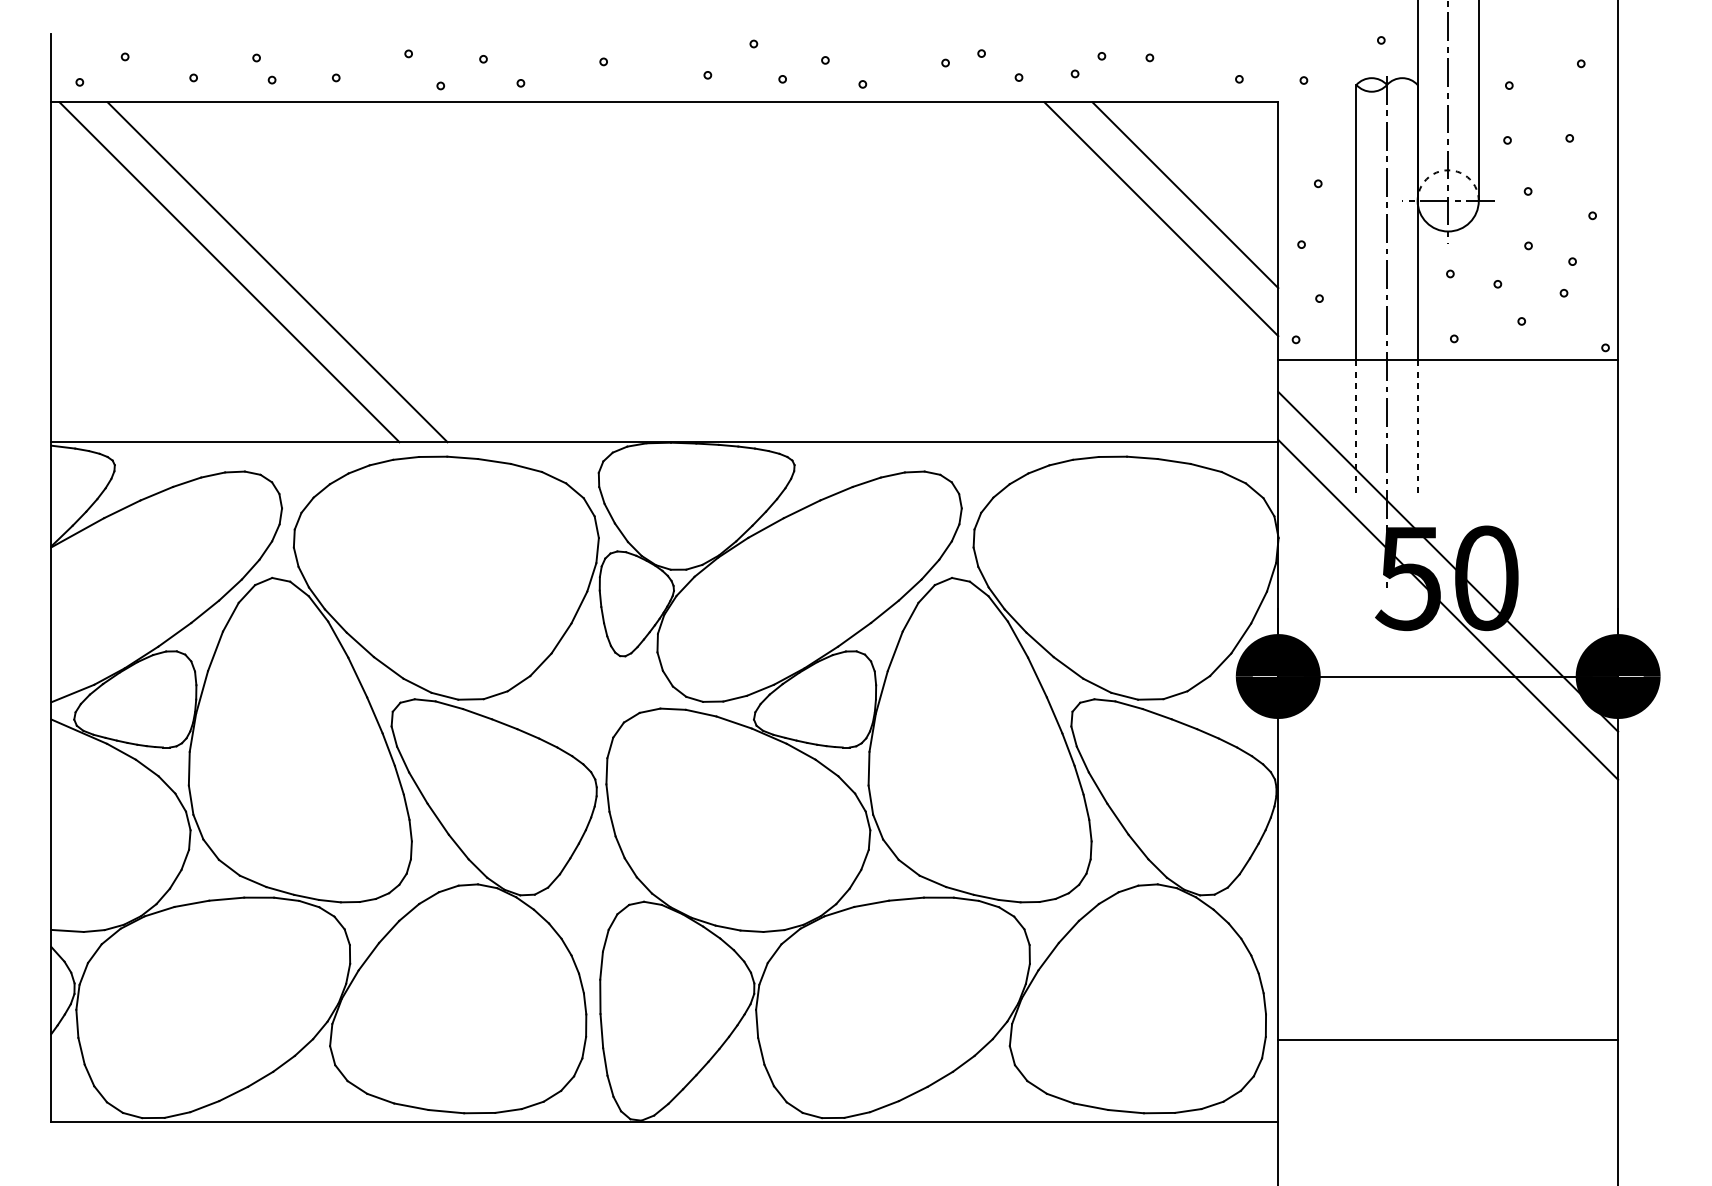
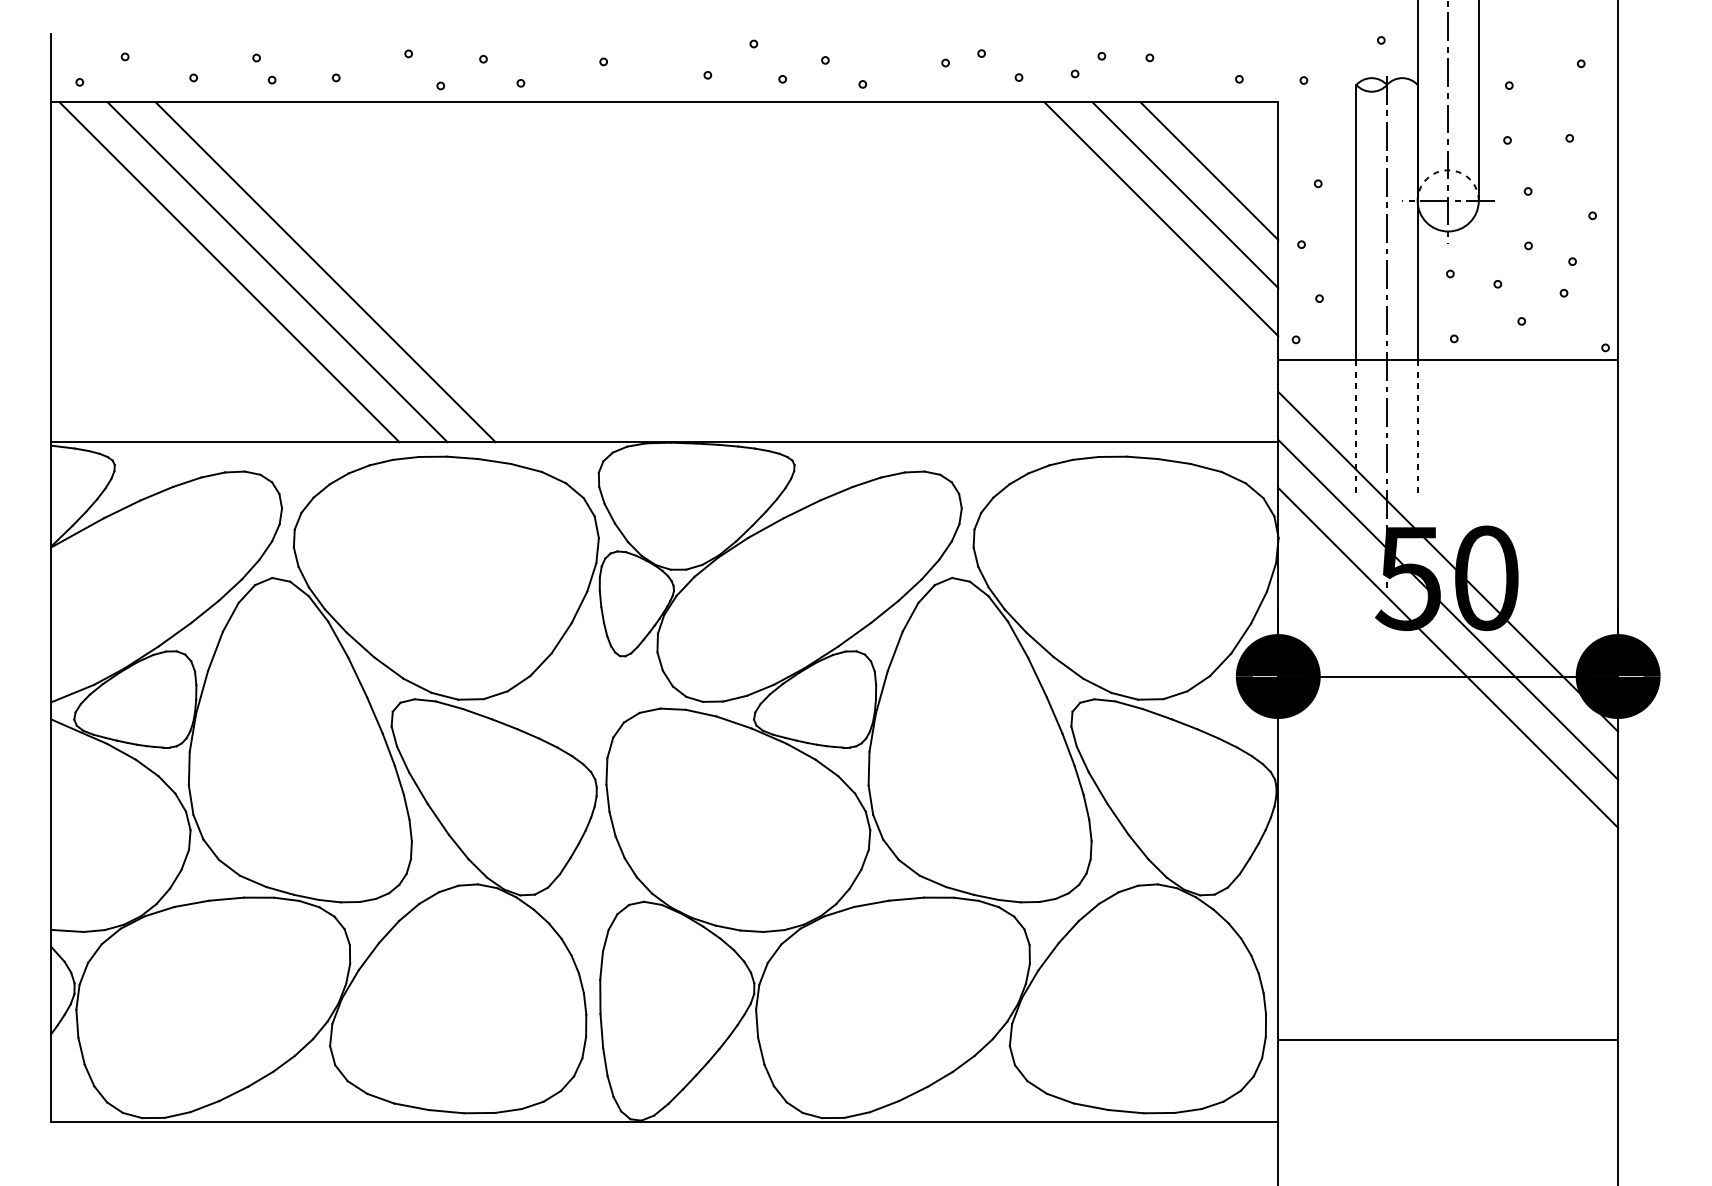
line at (1209, 171): none -> present
line at (325, 272): none -> present
line at (1448, 657): none -> present
